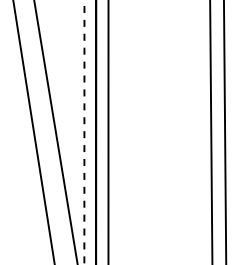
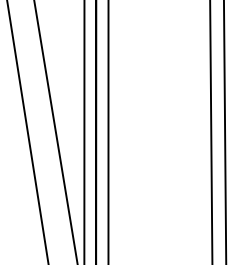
line at (33, 131) position: (33, 131) -> (27, 131)
line at (84, 132): dashed -> solid
